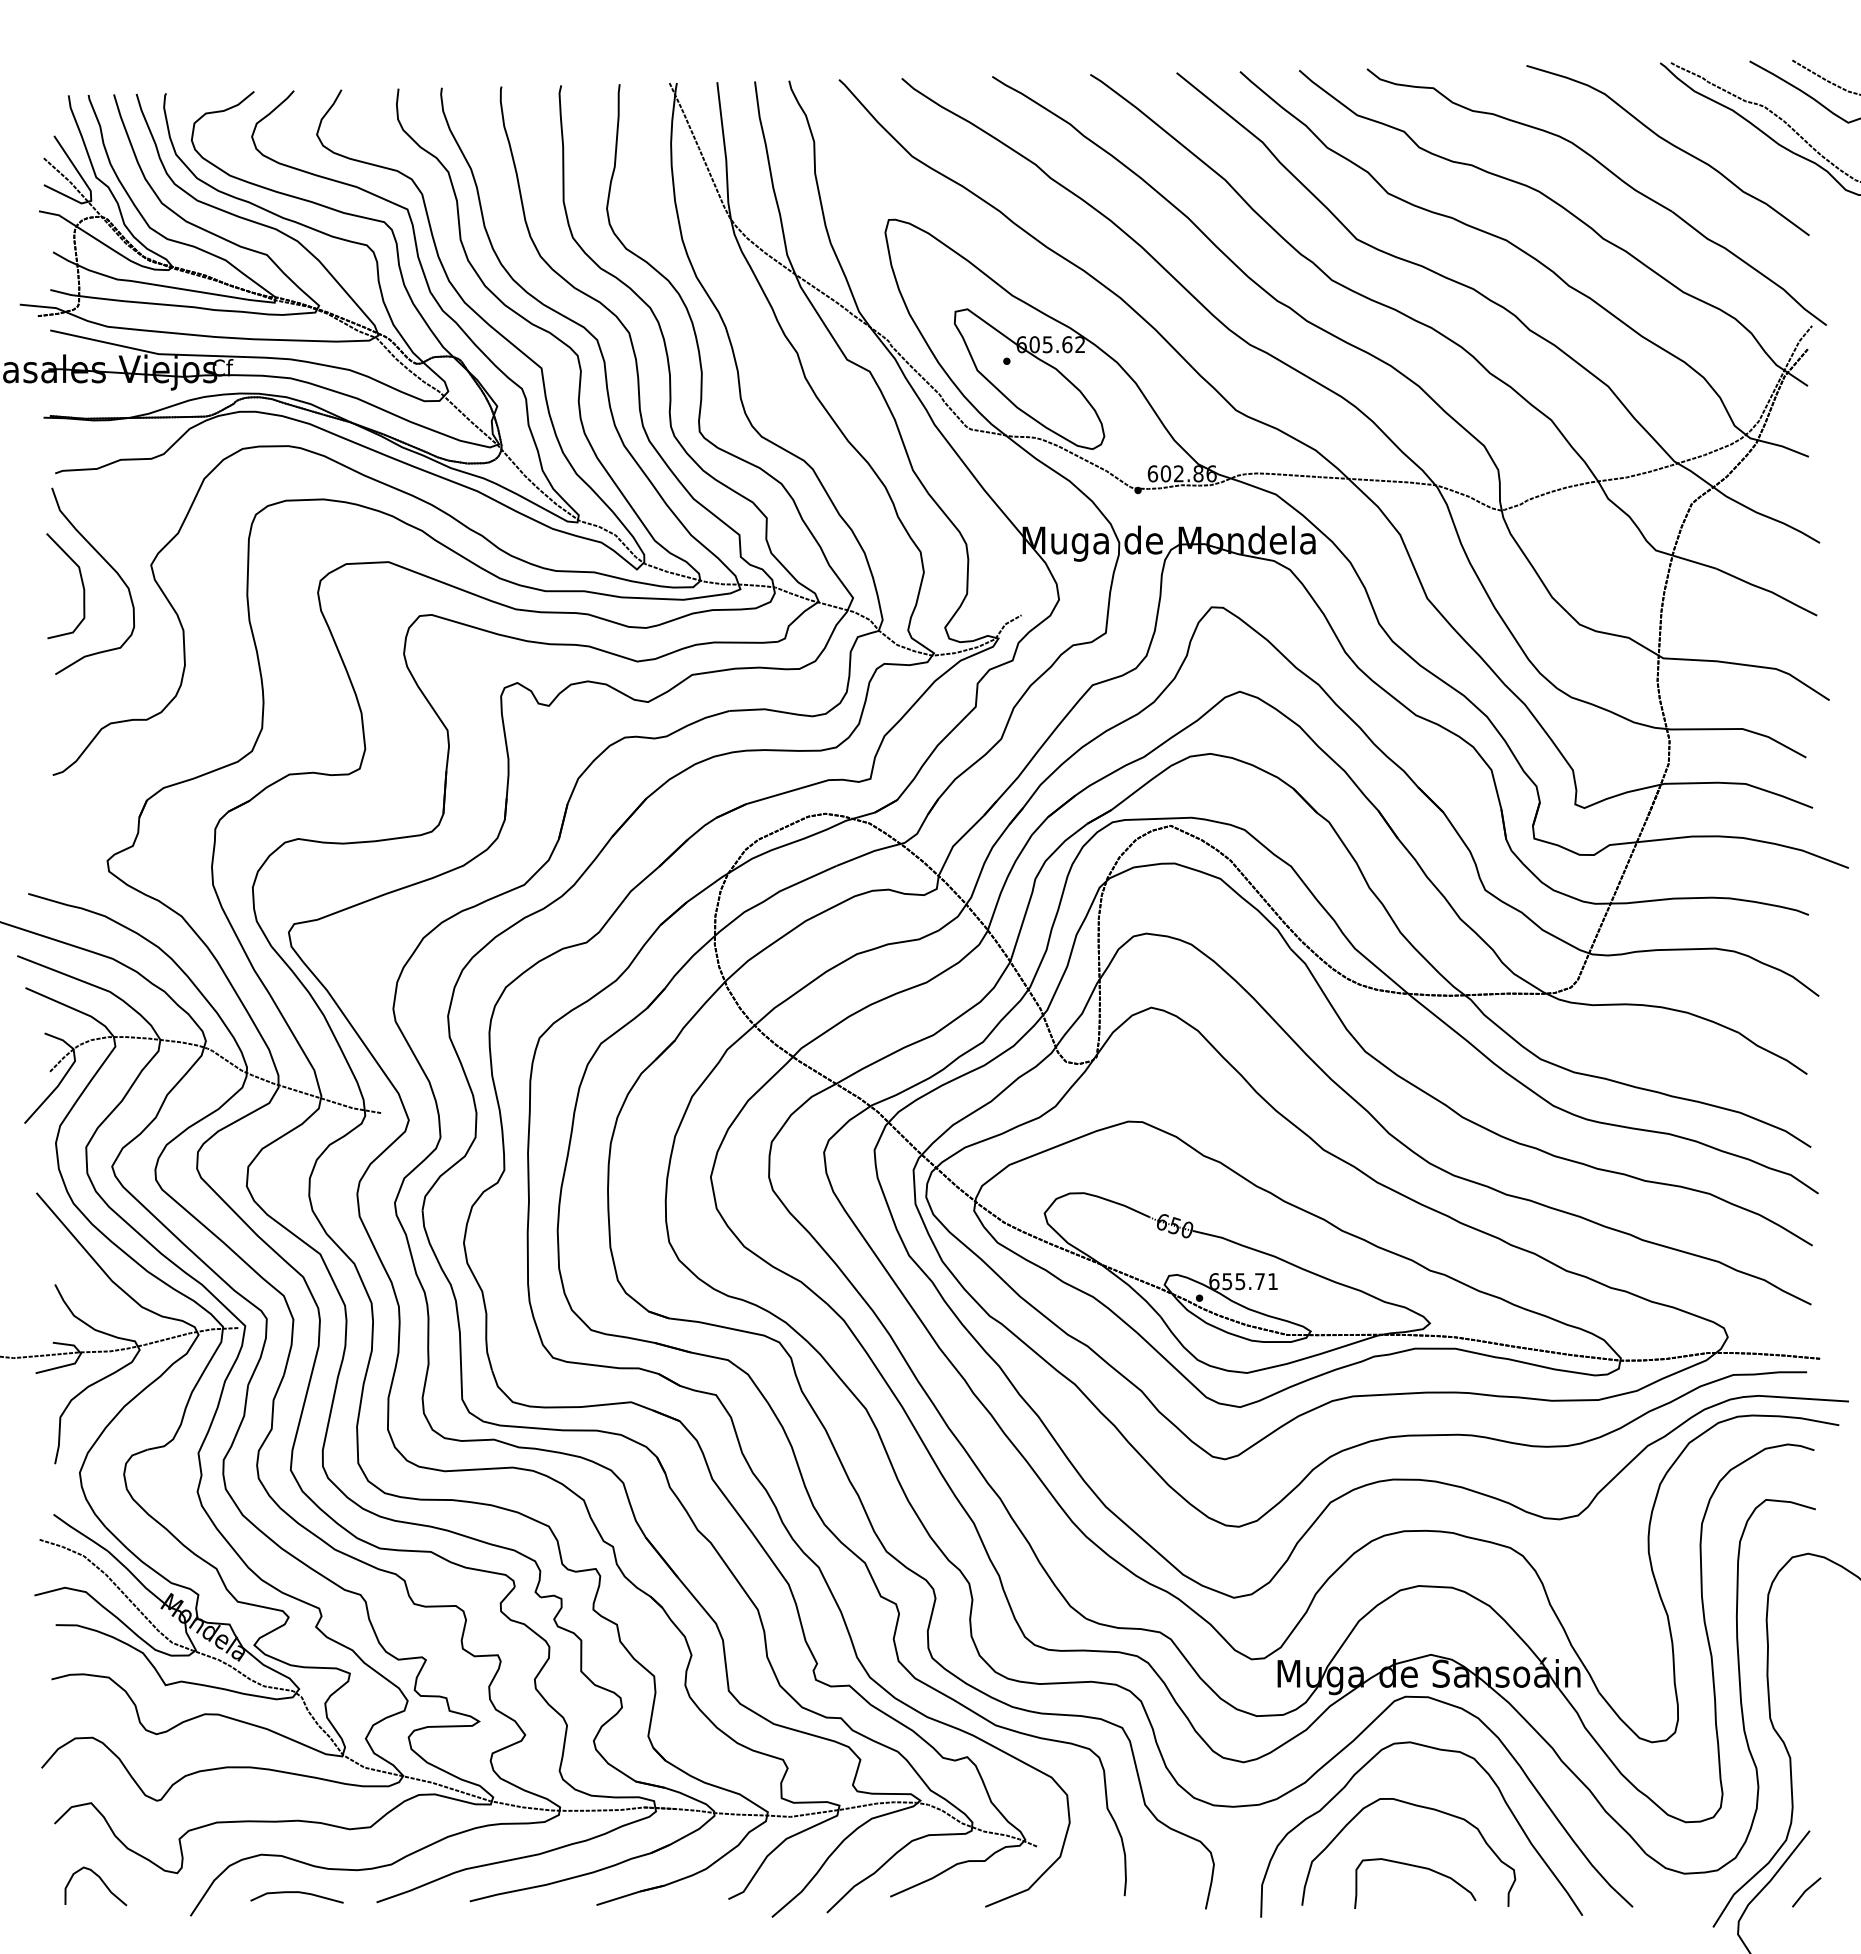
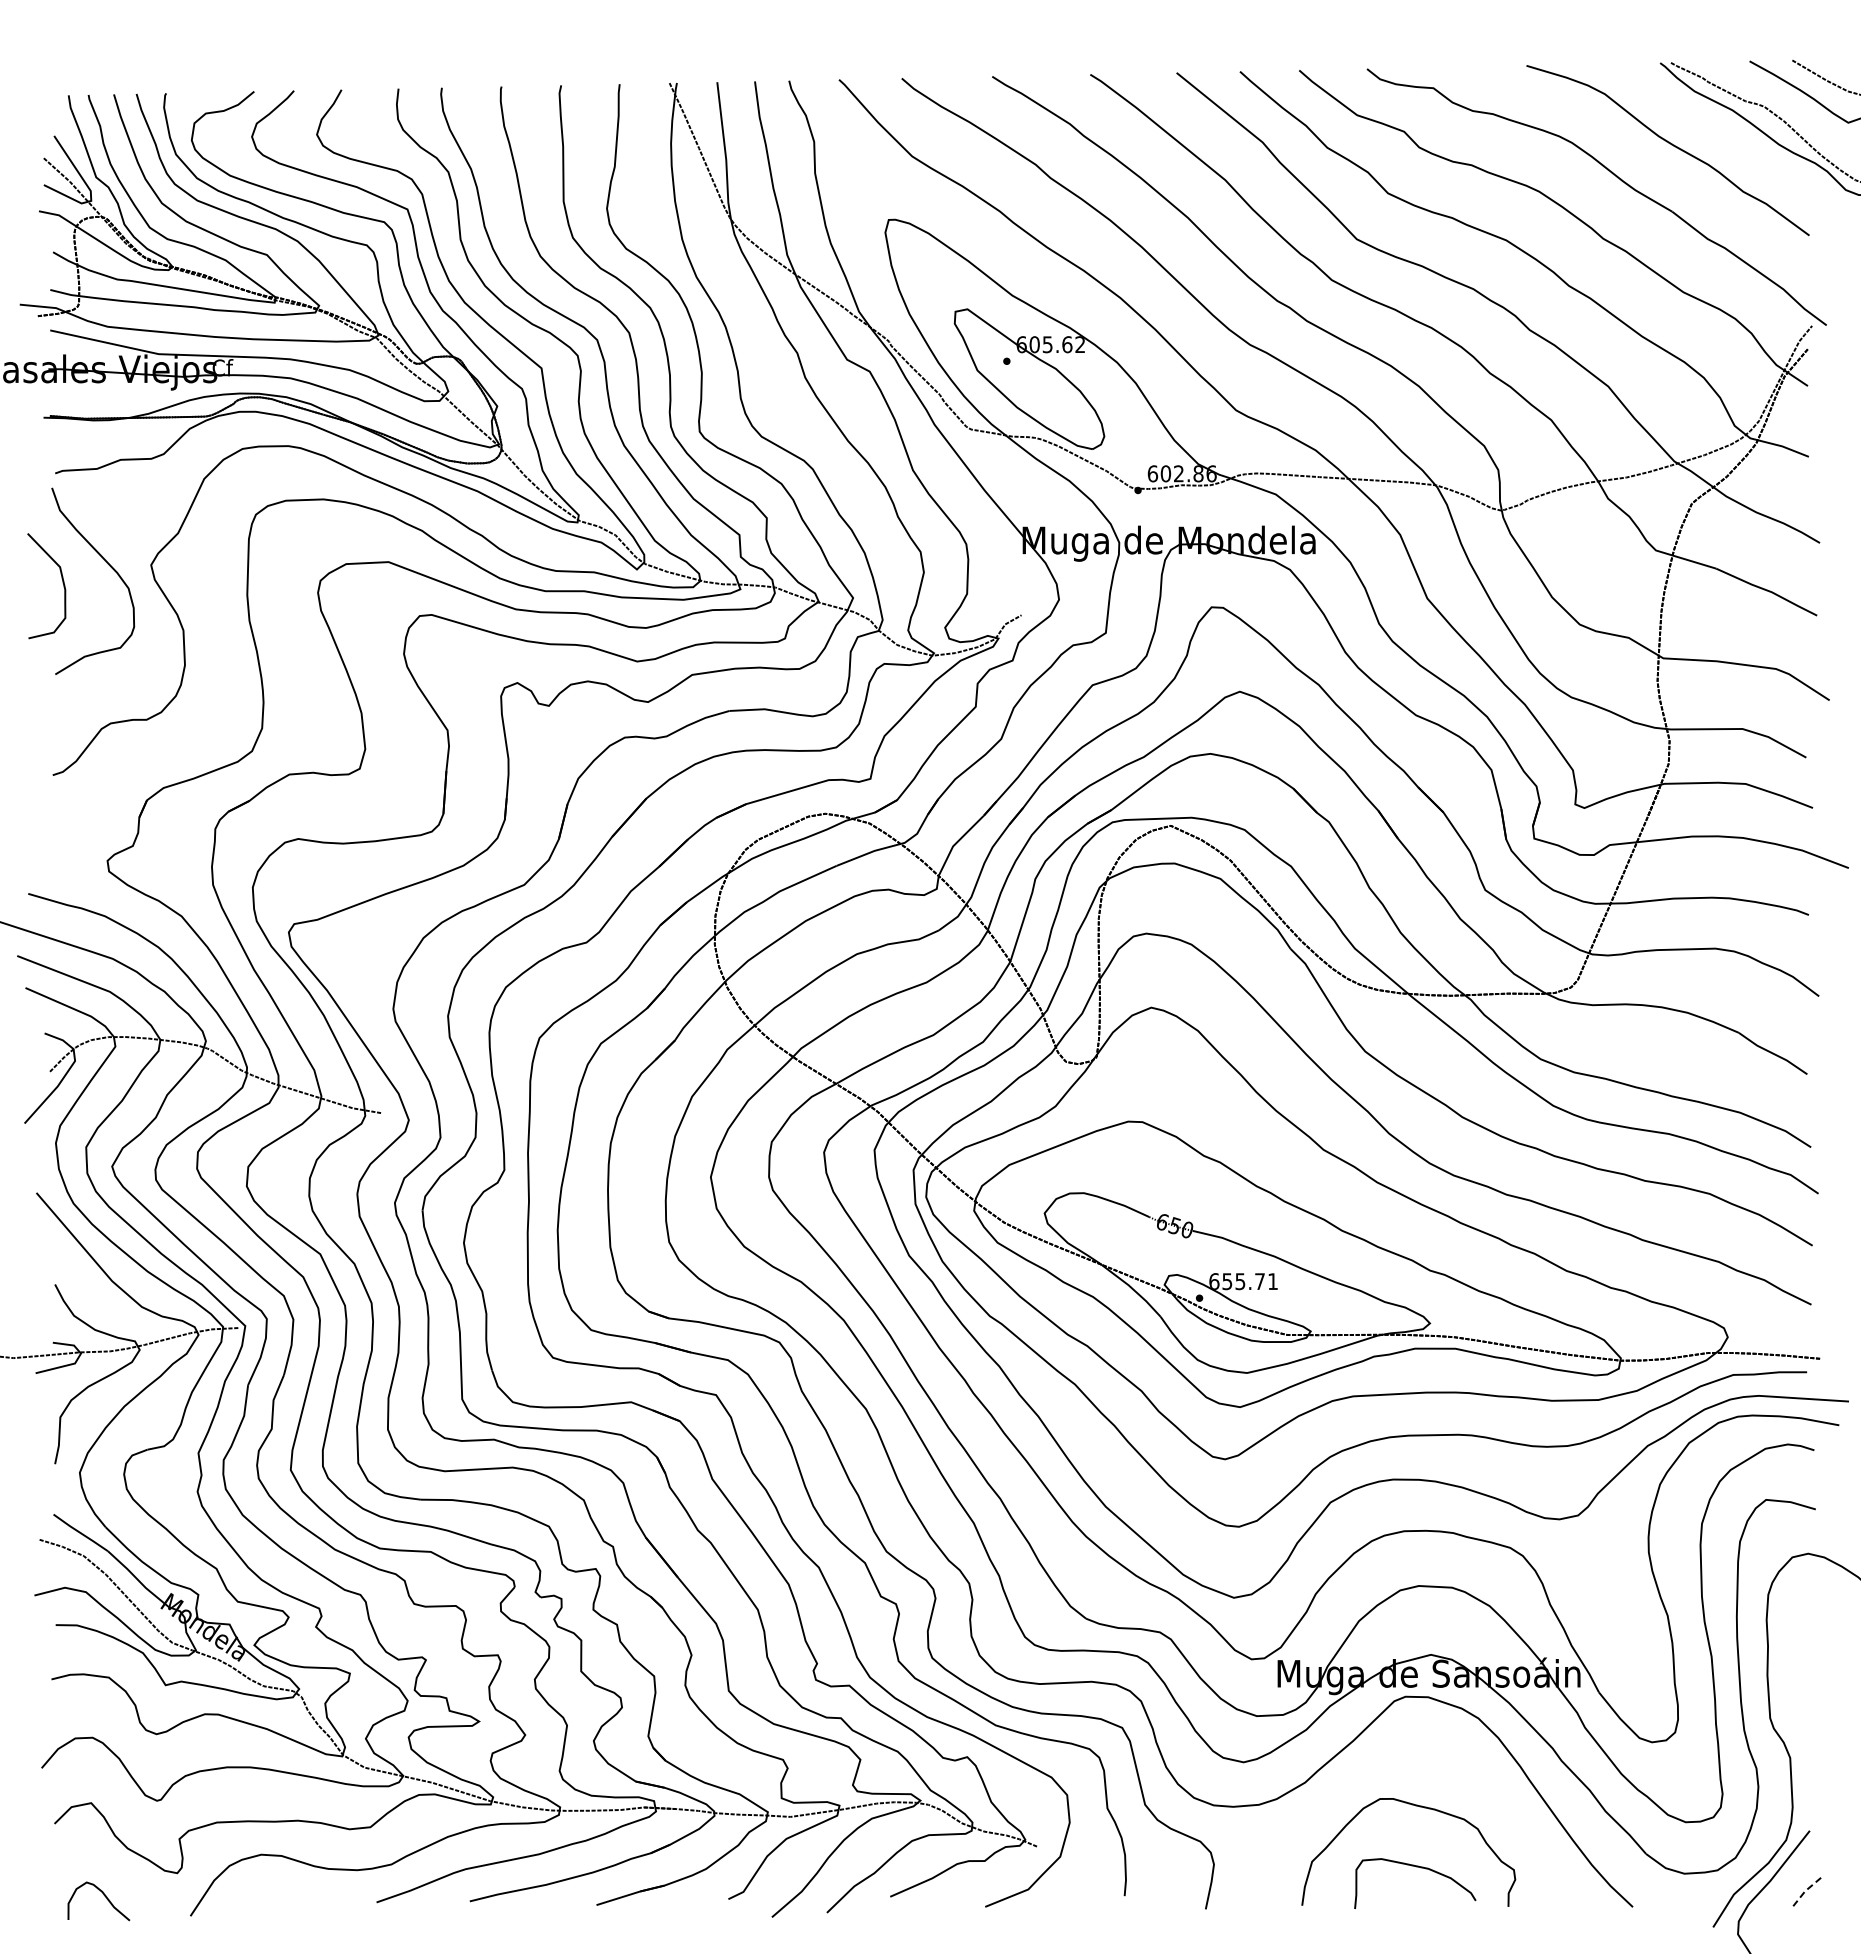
curve at (81, 583) position: (81, 583) -> (62, 583)
curve at (1438, 1750): present -> none
curve at (100, 1880) position: (100, 1880) -> (103, 1895)
line at (1805, 1891): solid -> dashed
curve at (296, 1892): present -> none
